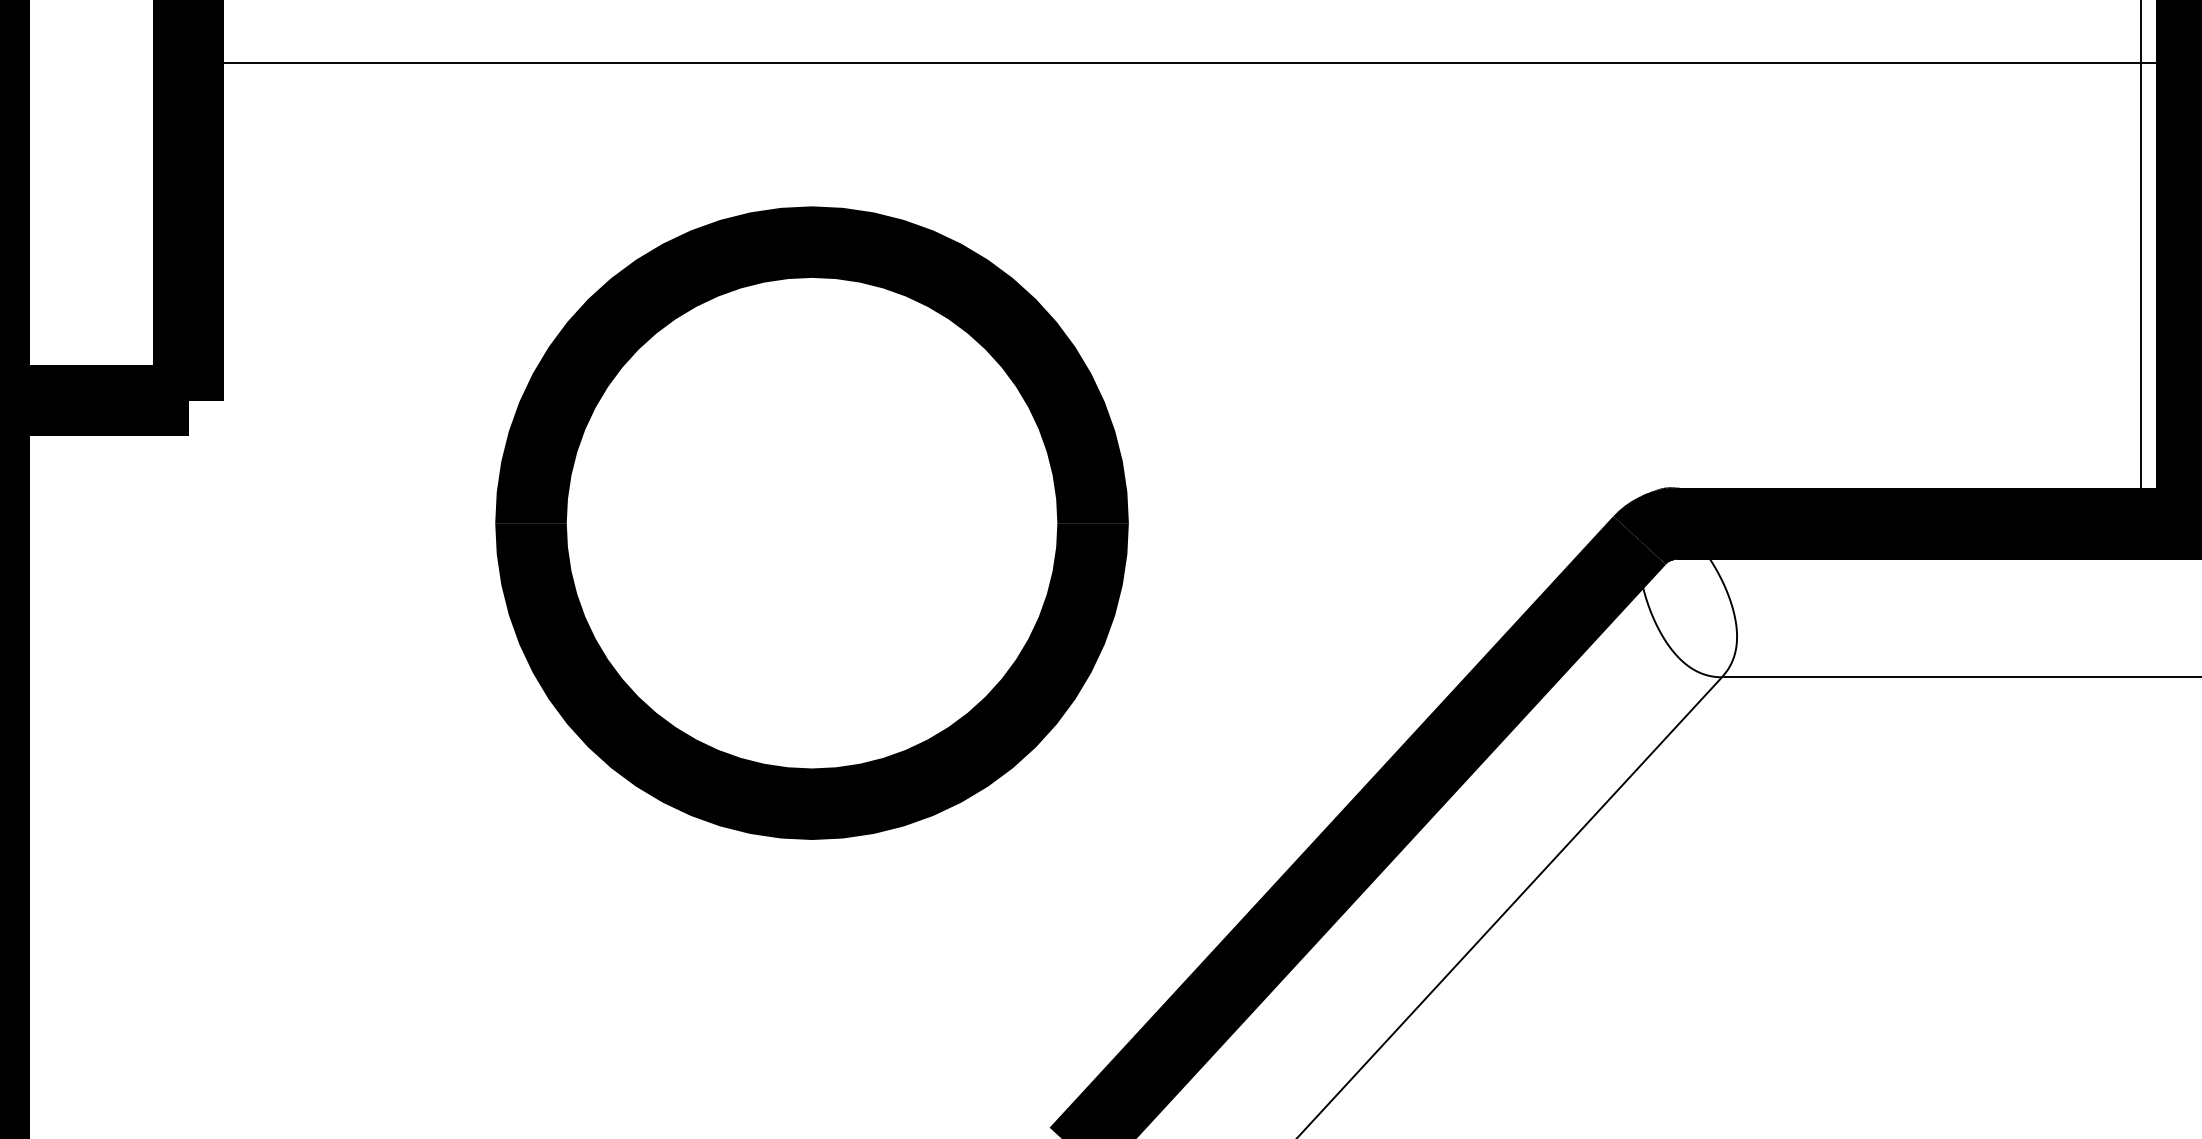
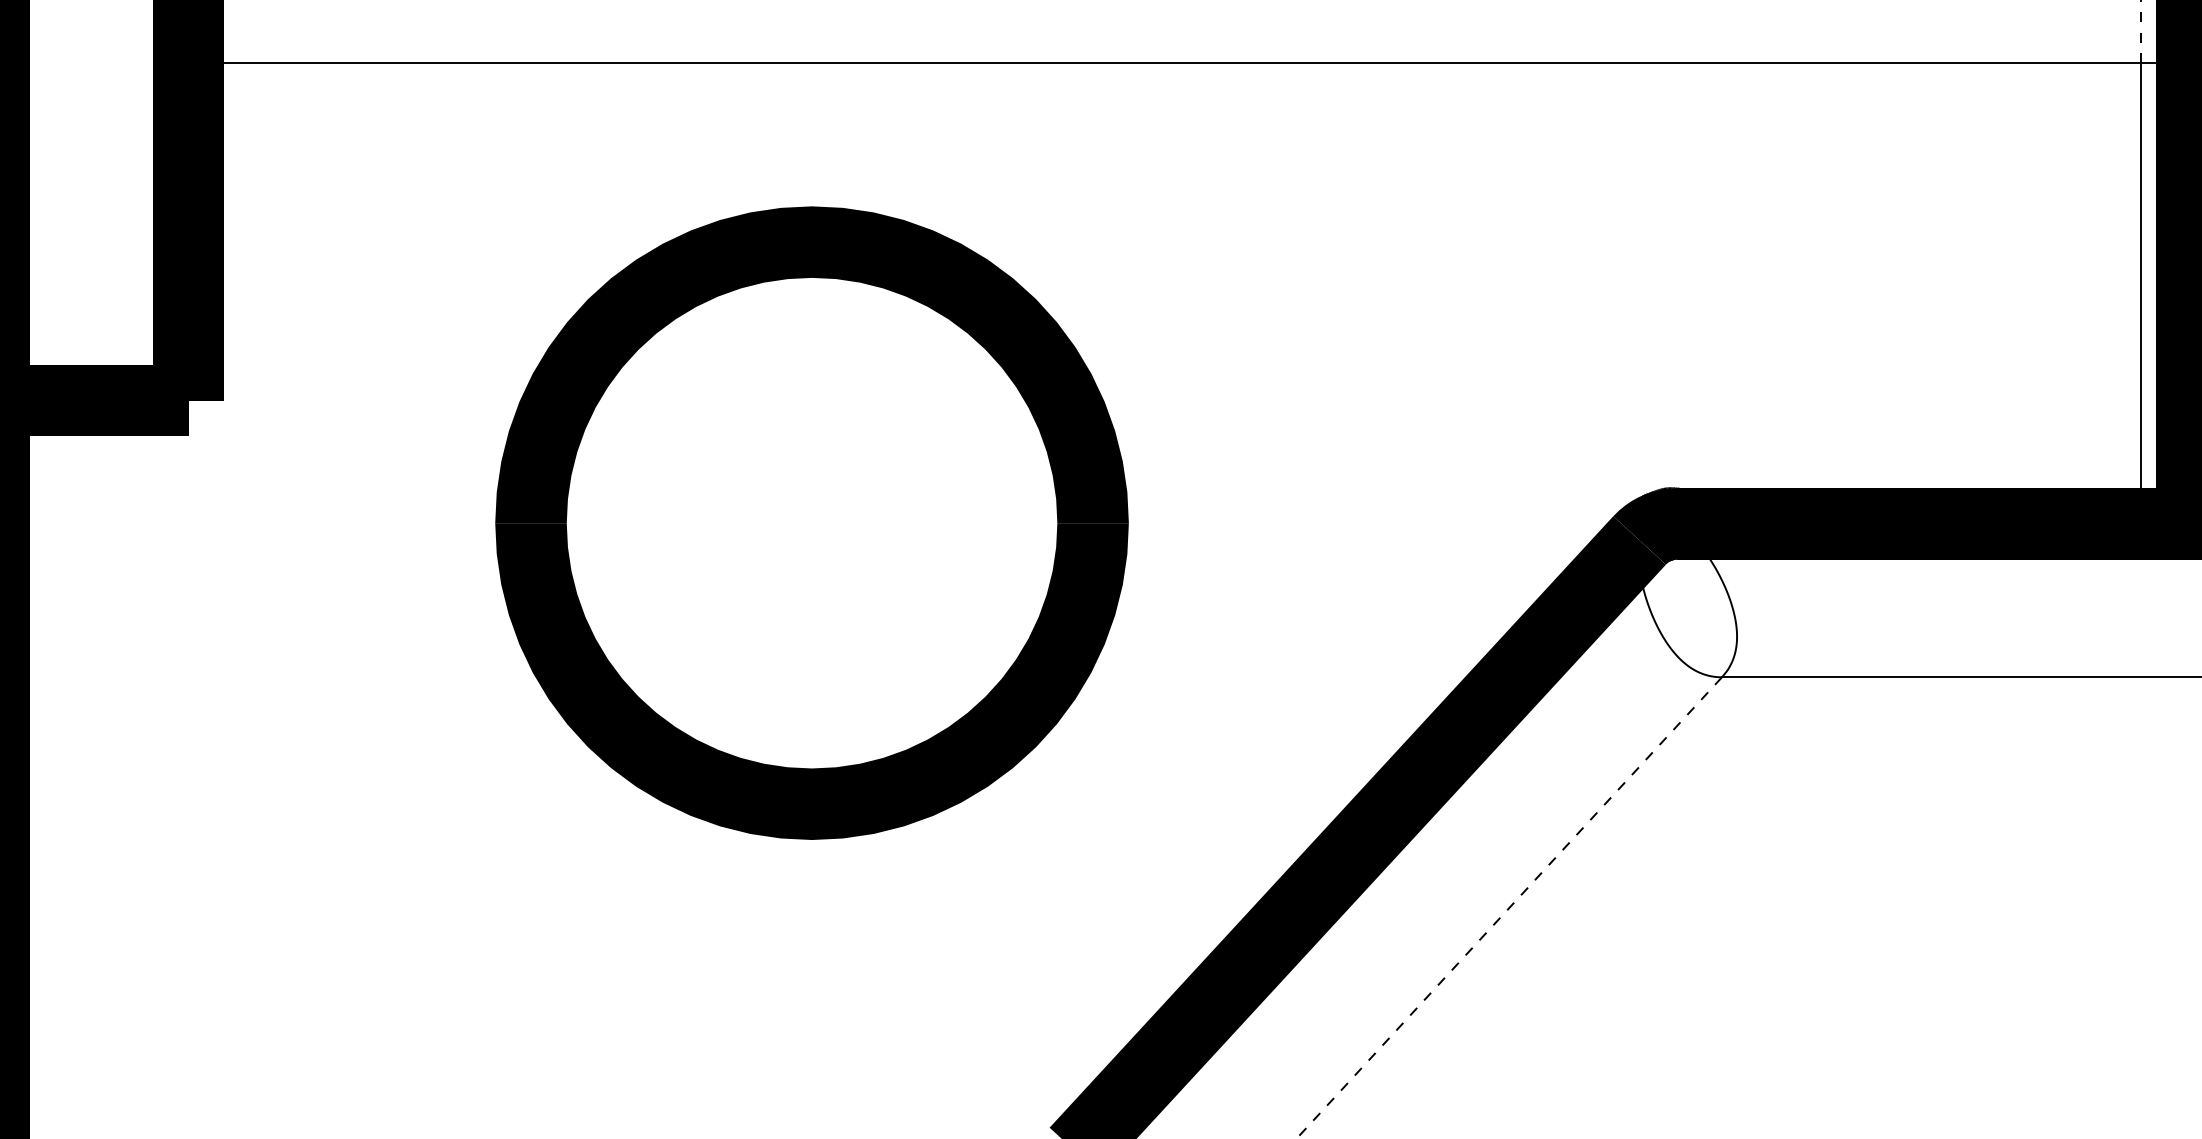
line at (2140, 31): solid -> dashed
line at (1509, 908): solid -> dashed
